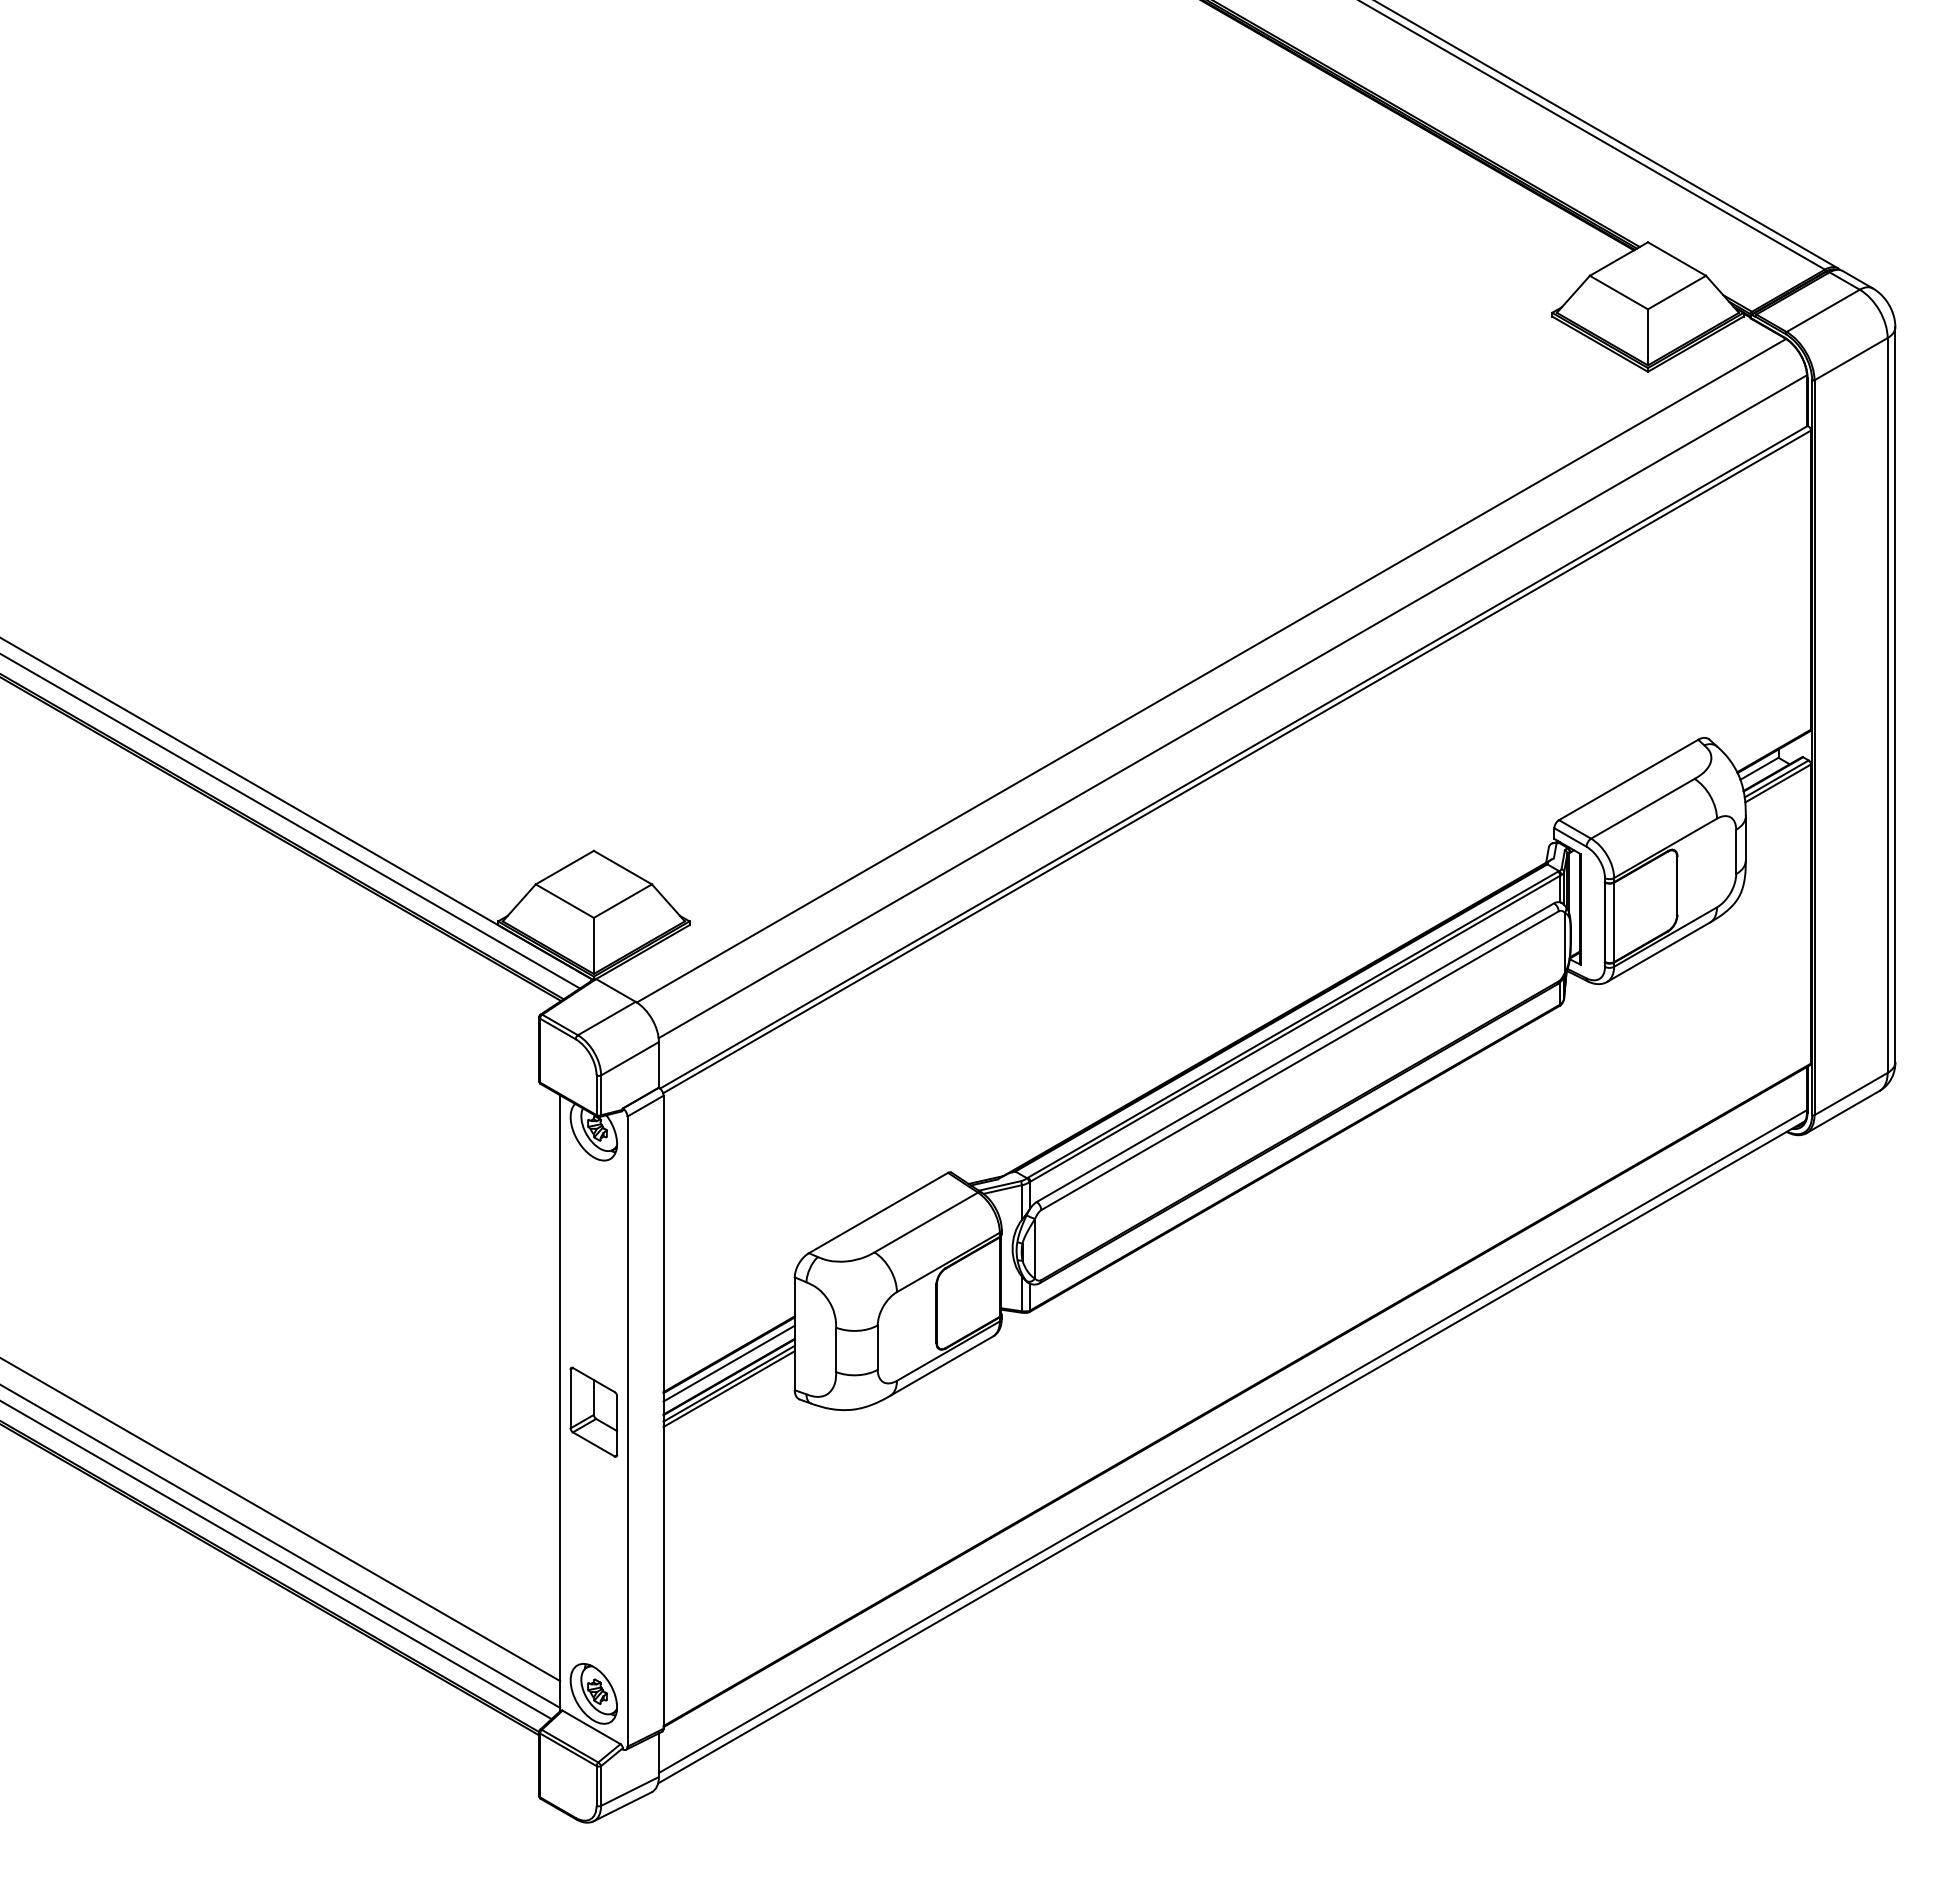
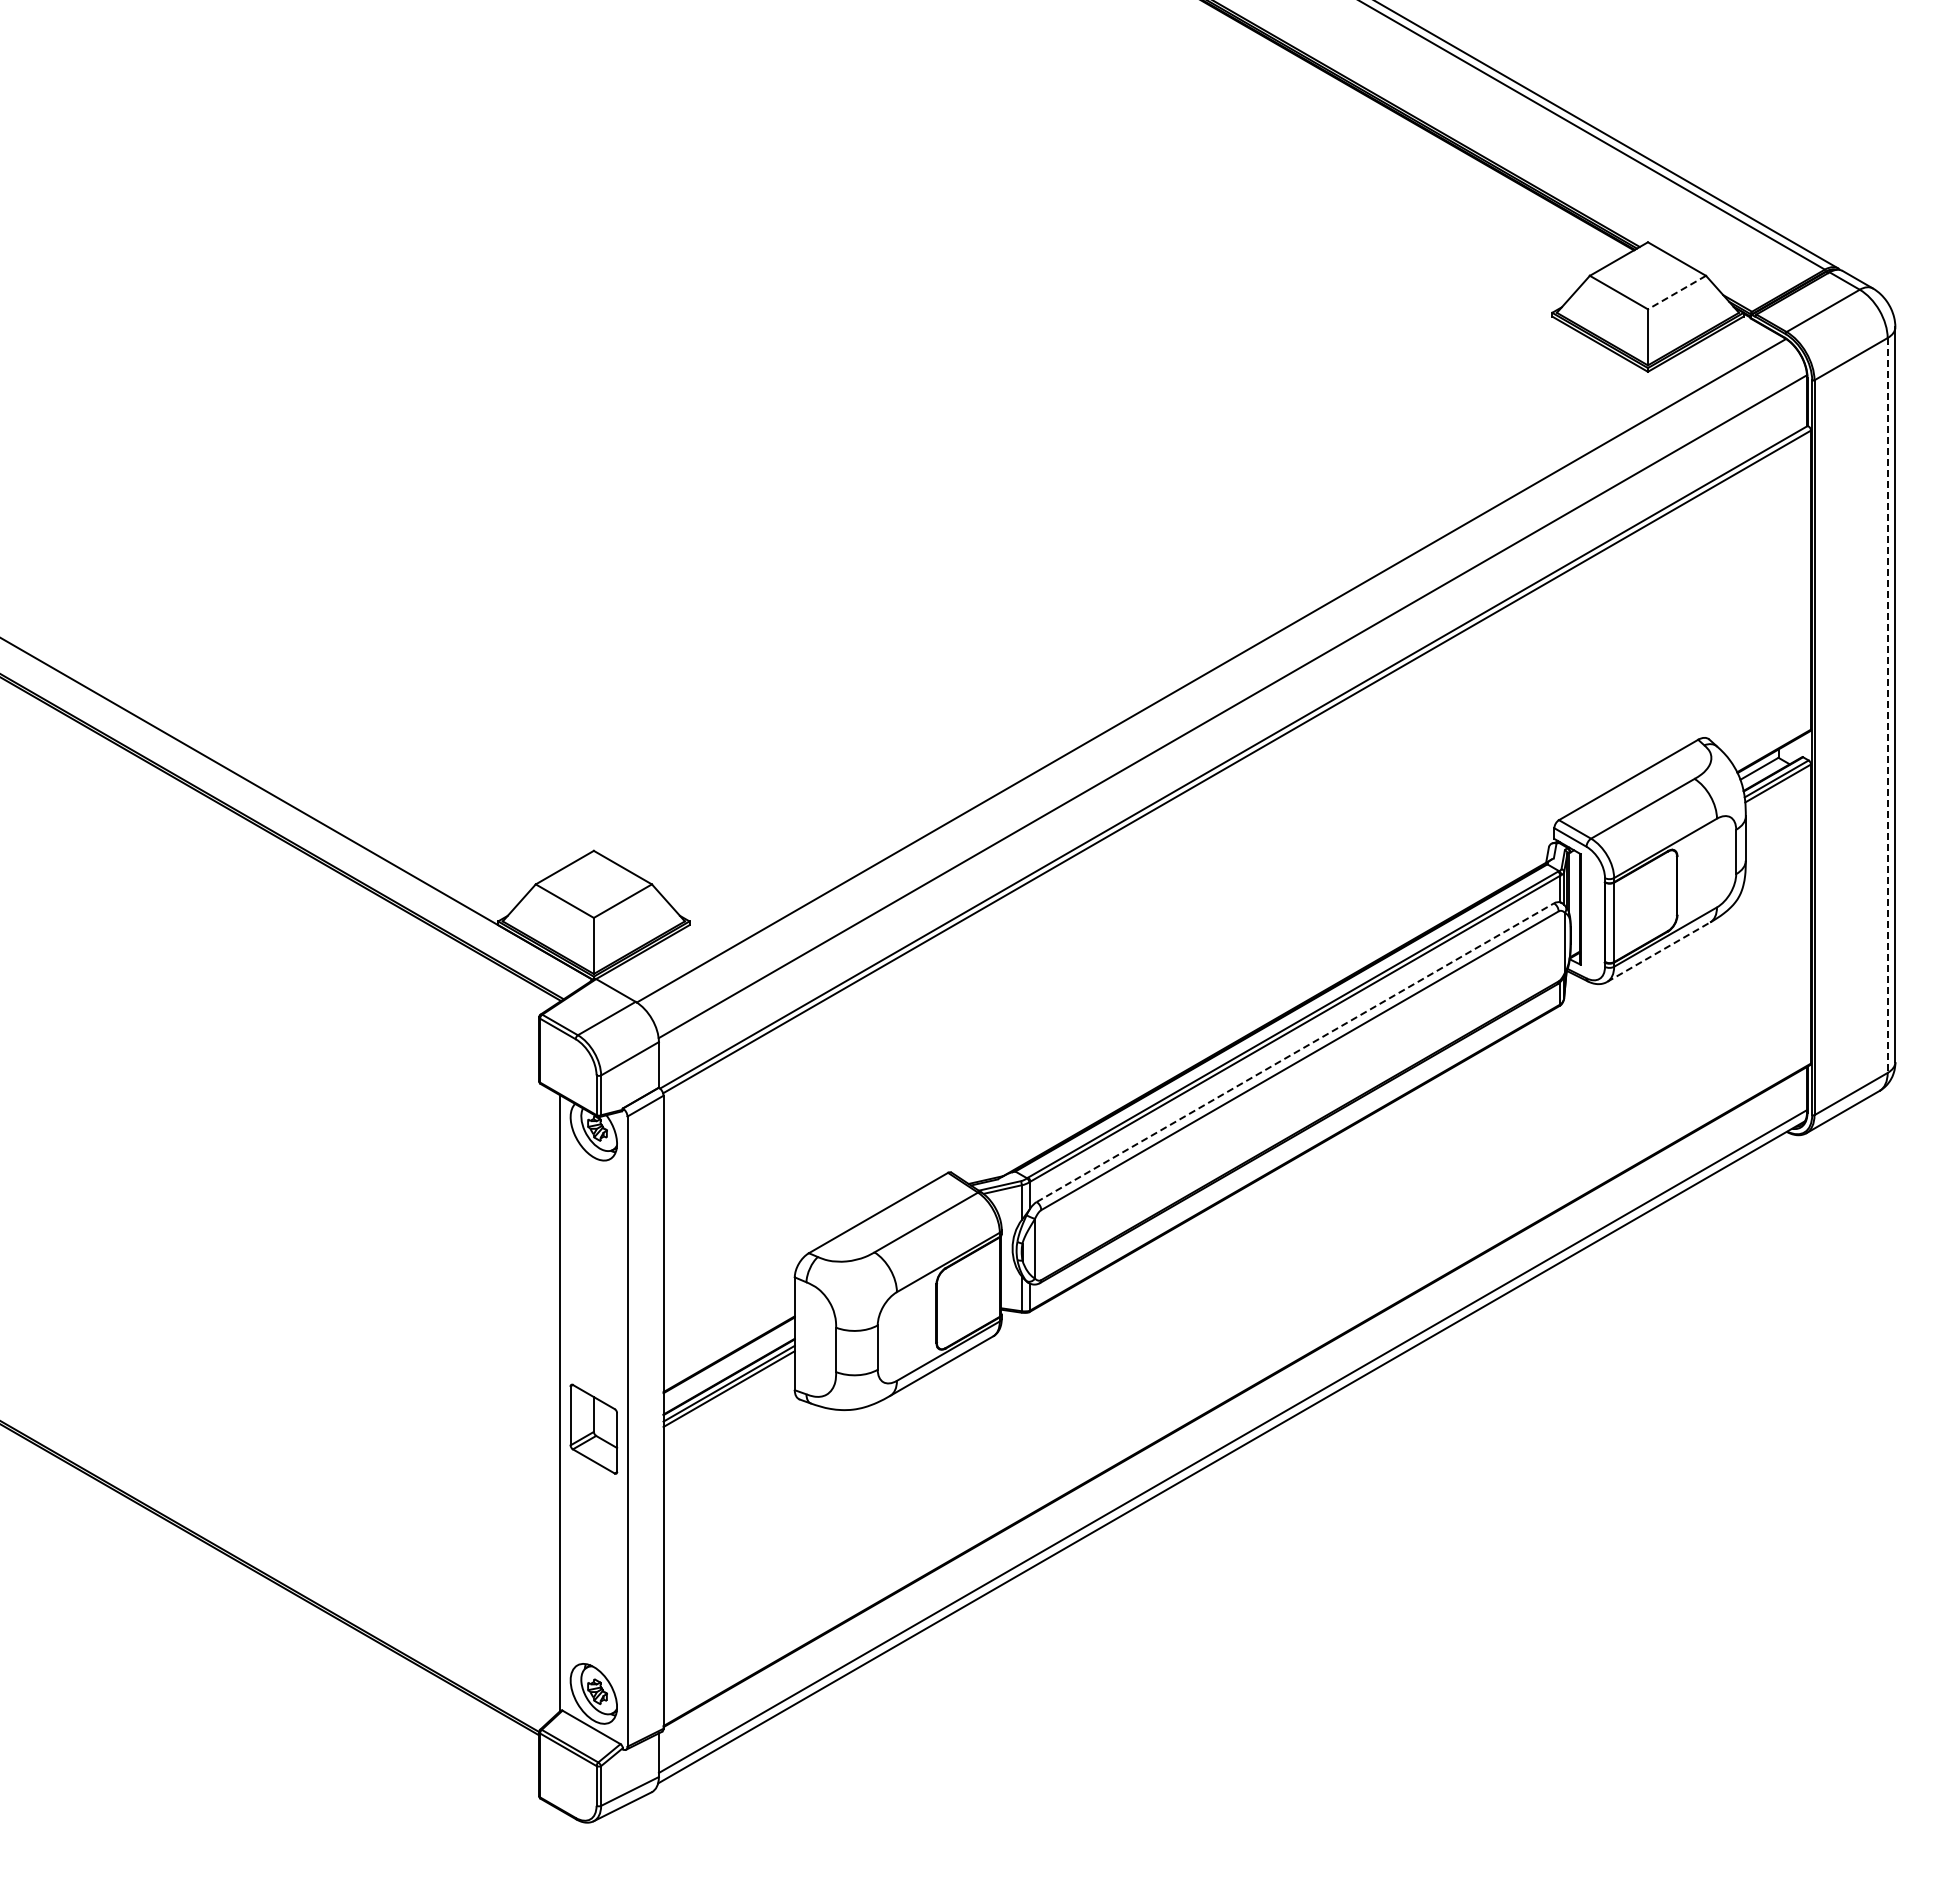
line at (1677, 292): solid -> dashed
line at (1887, 706): solid -> dashed
line at (291, 821): present -> none
line at (1658, 952): solid -> dashed
line at (1295, 1052): solid -> dashed
line at (728, 1363): present -> none
part at (593, 1411) position: (593, 1411) -> (593, 1428)
line at (281, 1520): present -> none
line at (281, 1546): present -> none
line at (276, 1560): present -> none
